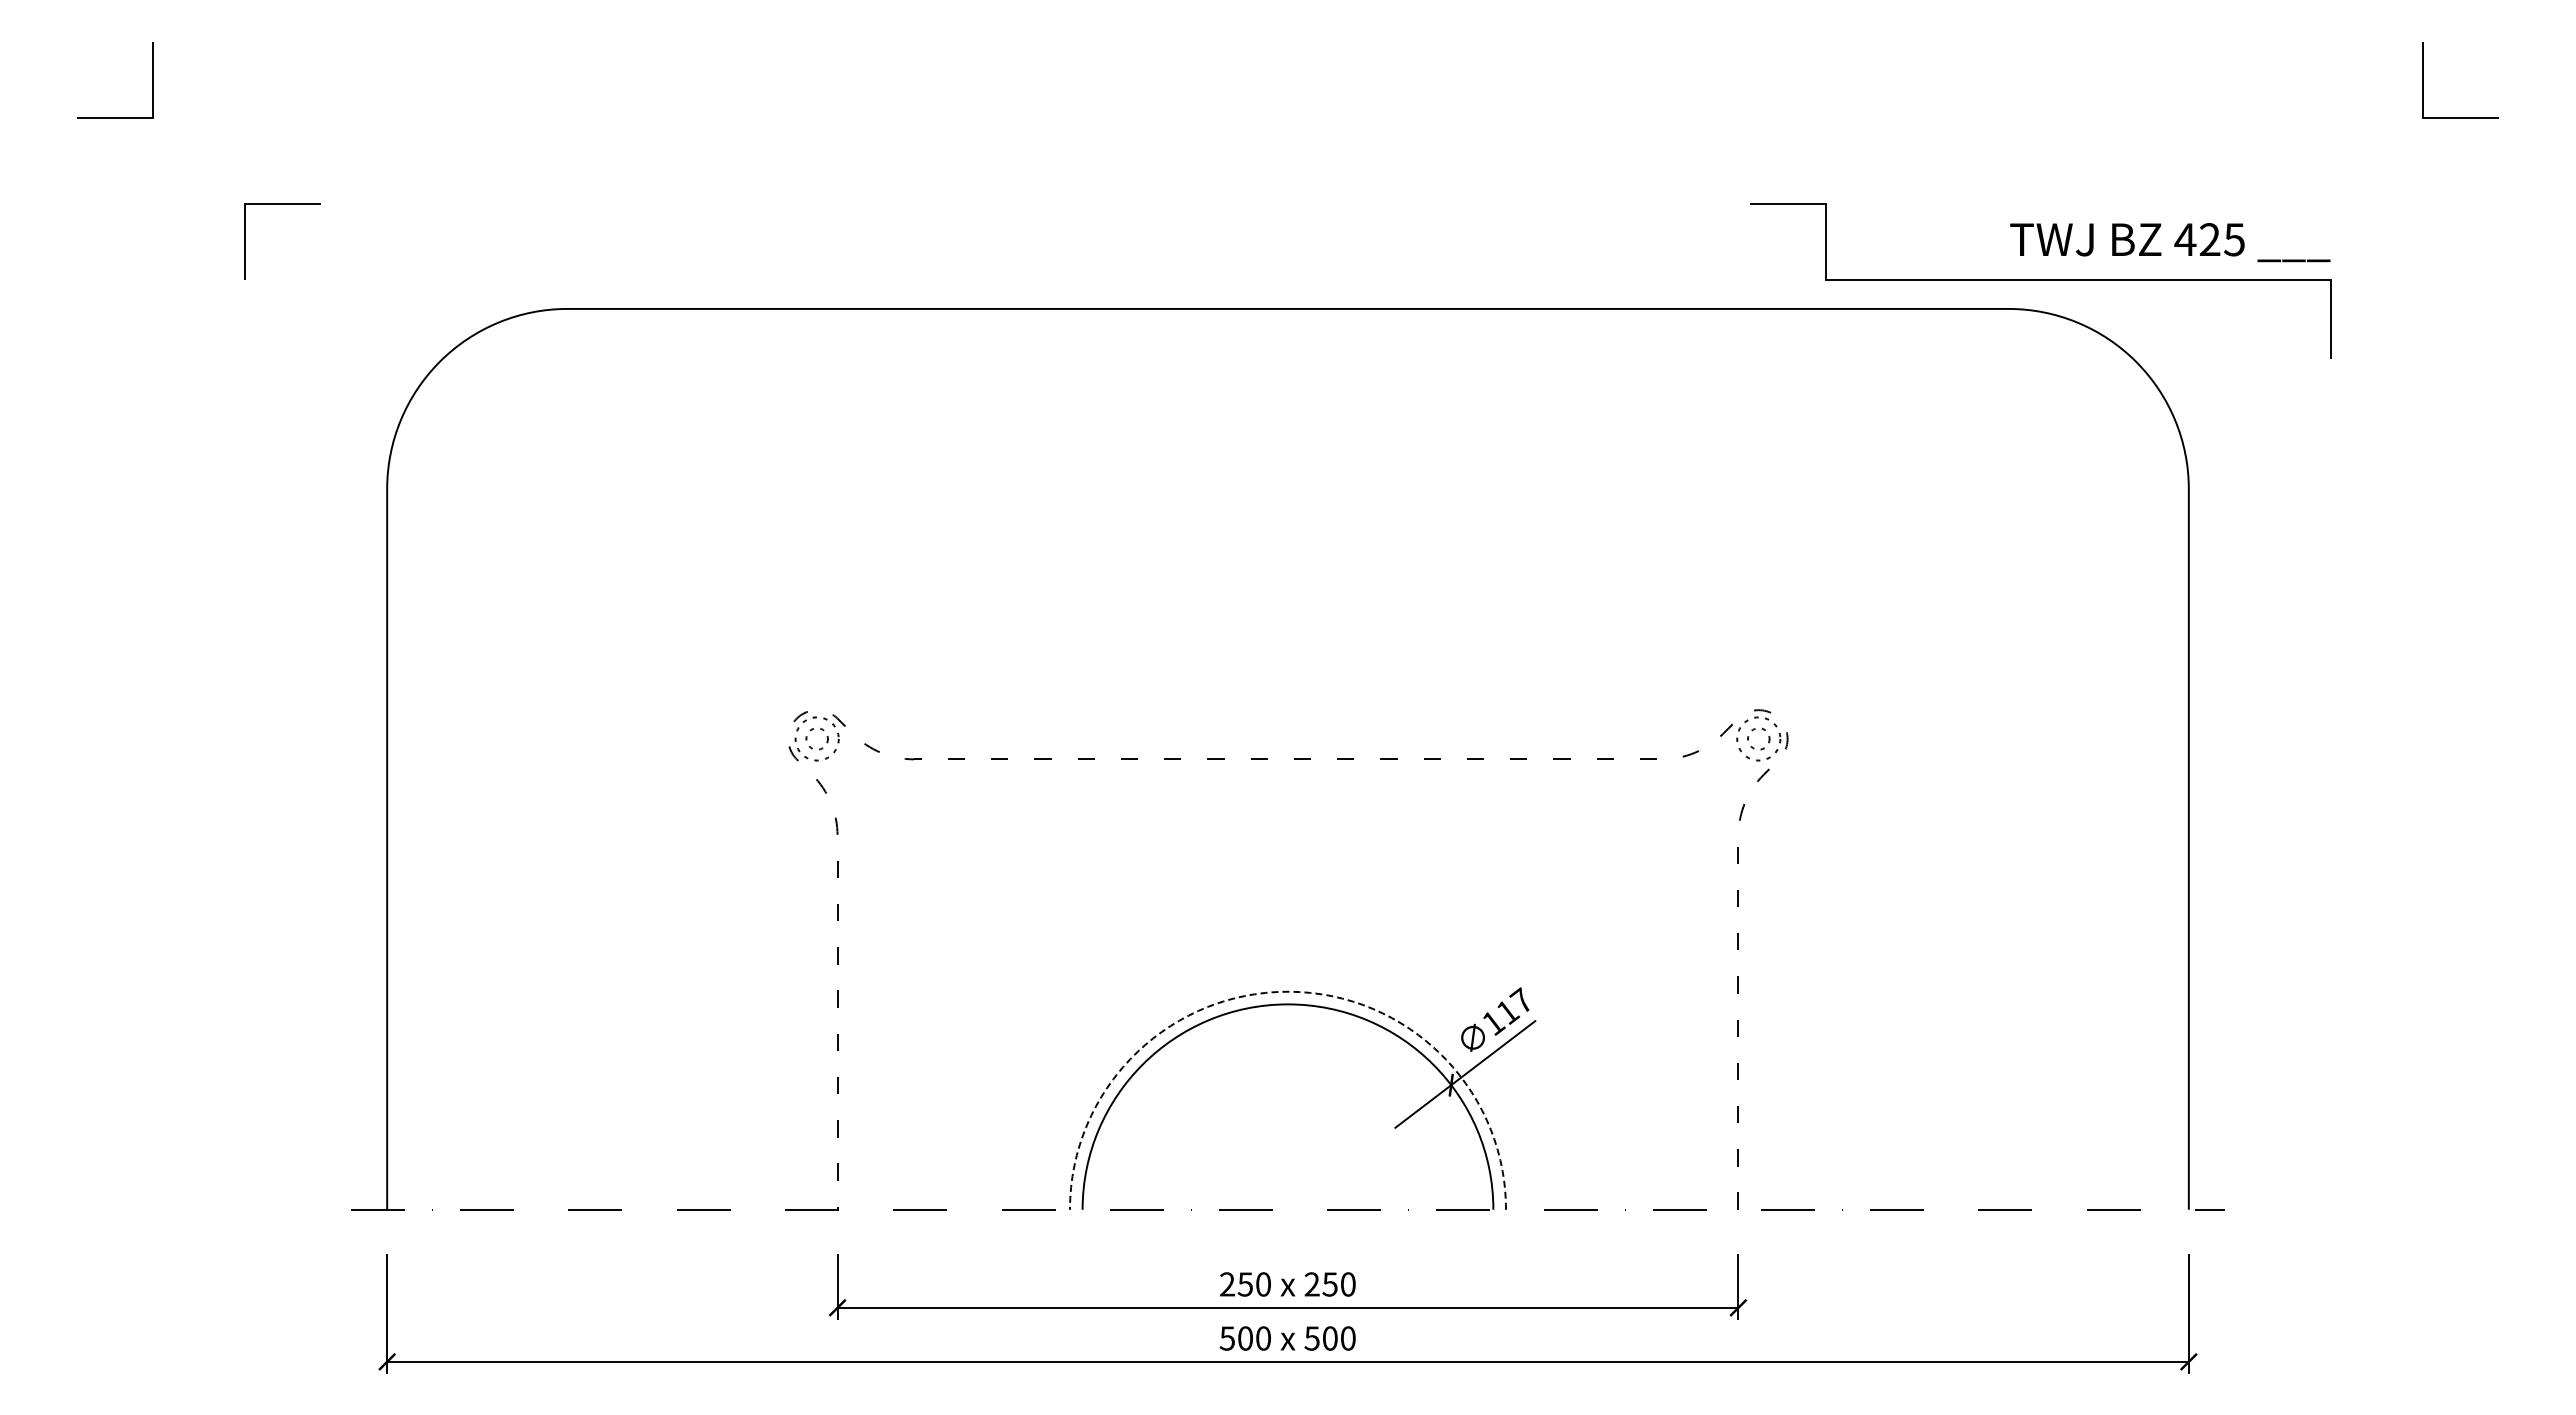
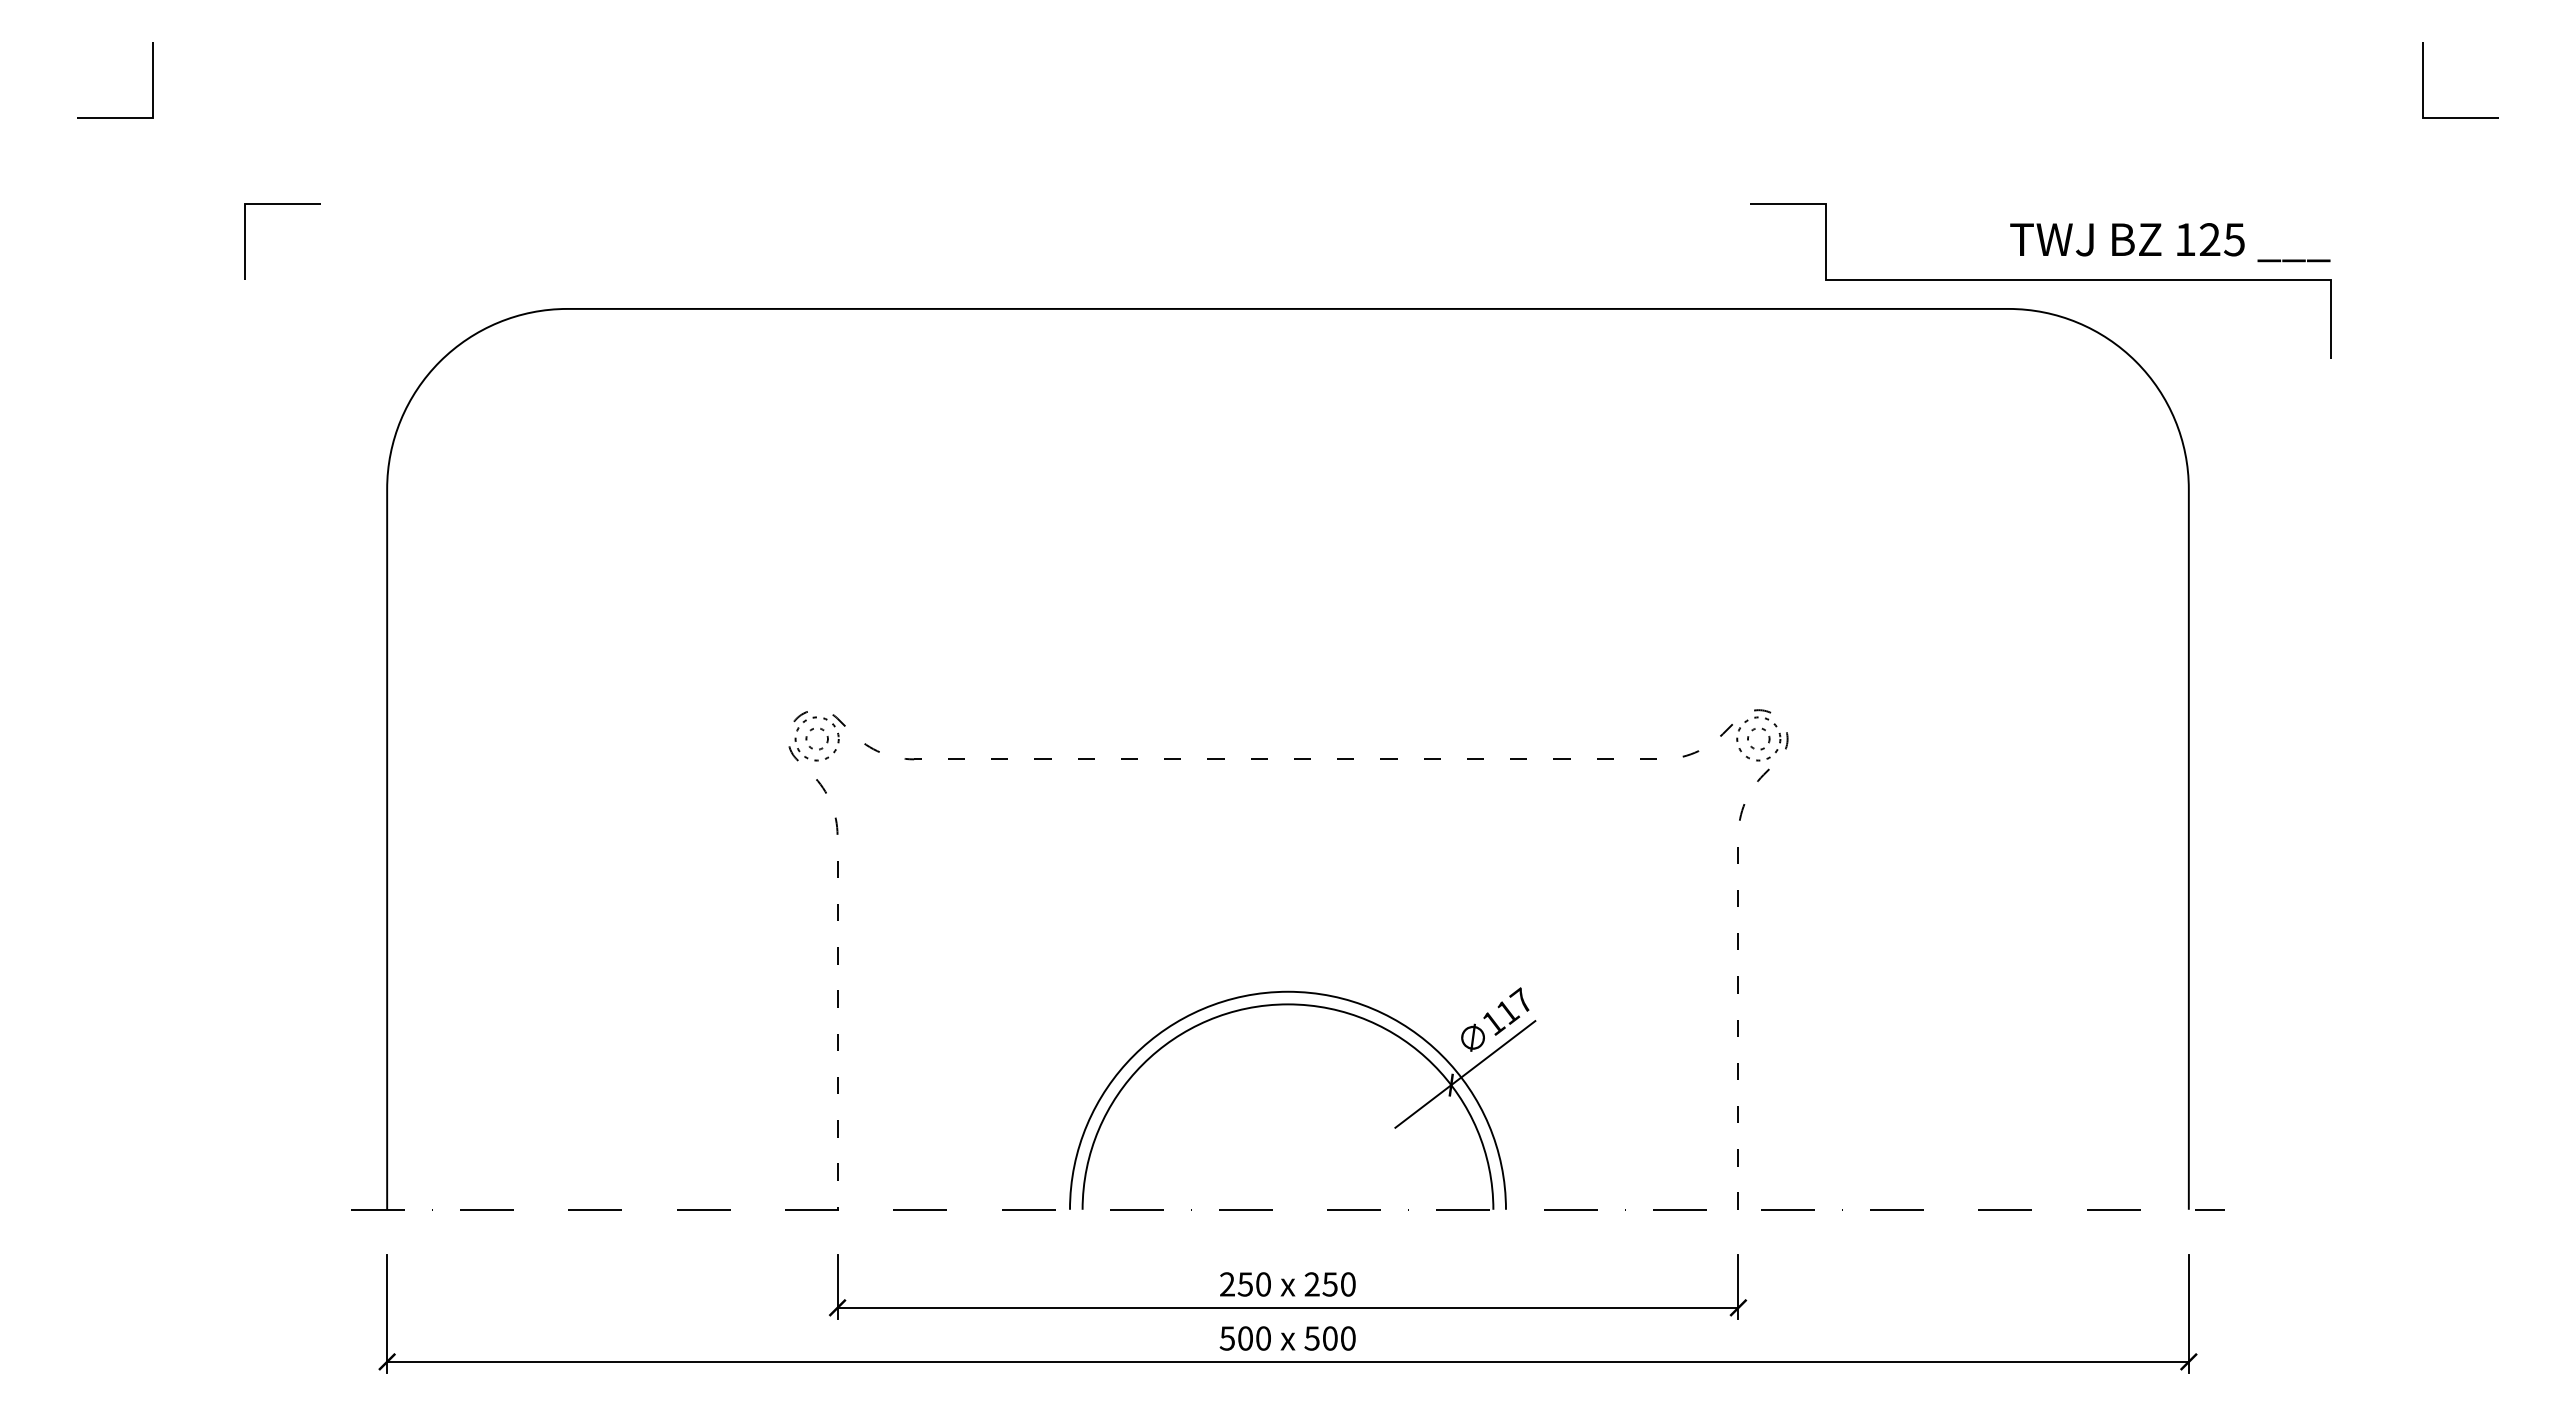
text at (2185, 239): 425 -> 125
arc at (1288, 991): dashed -> solid
